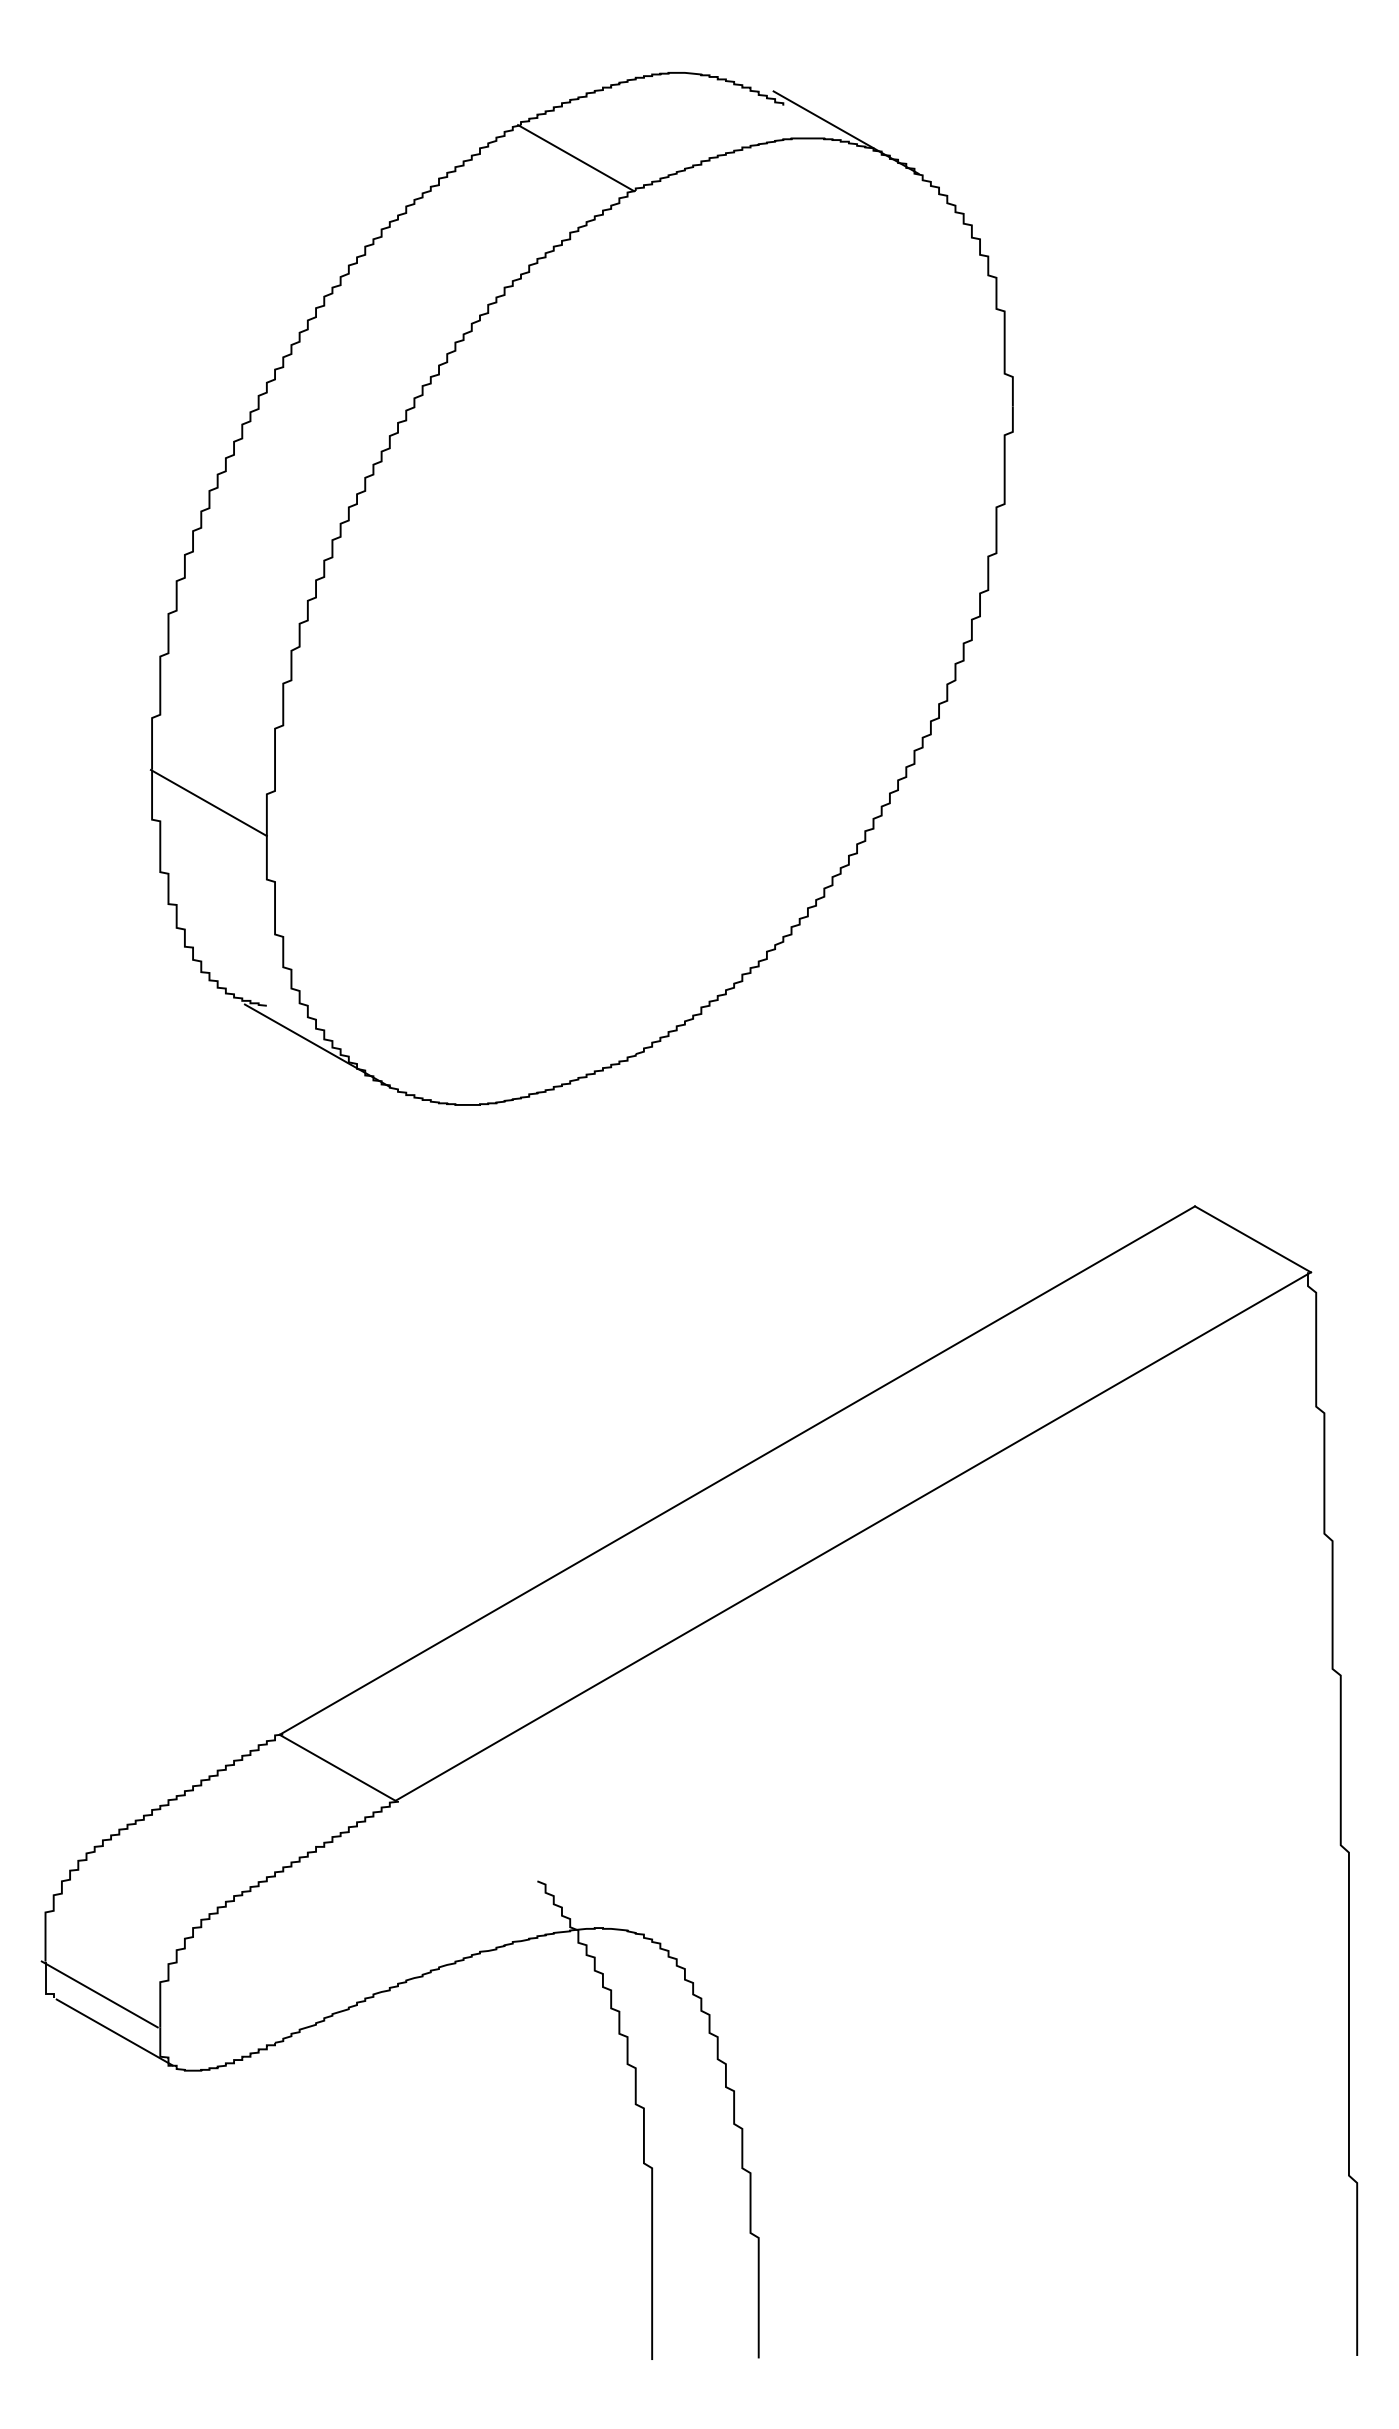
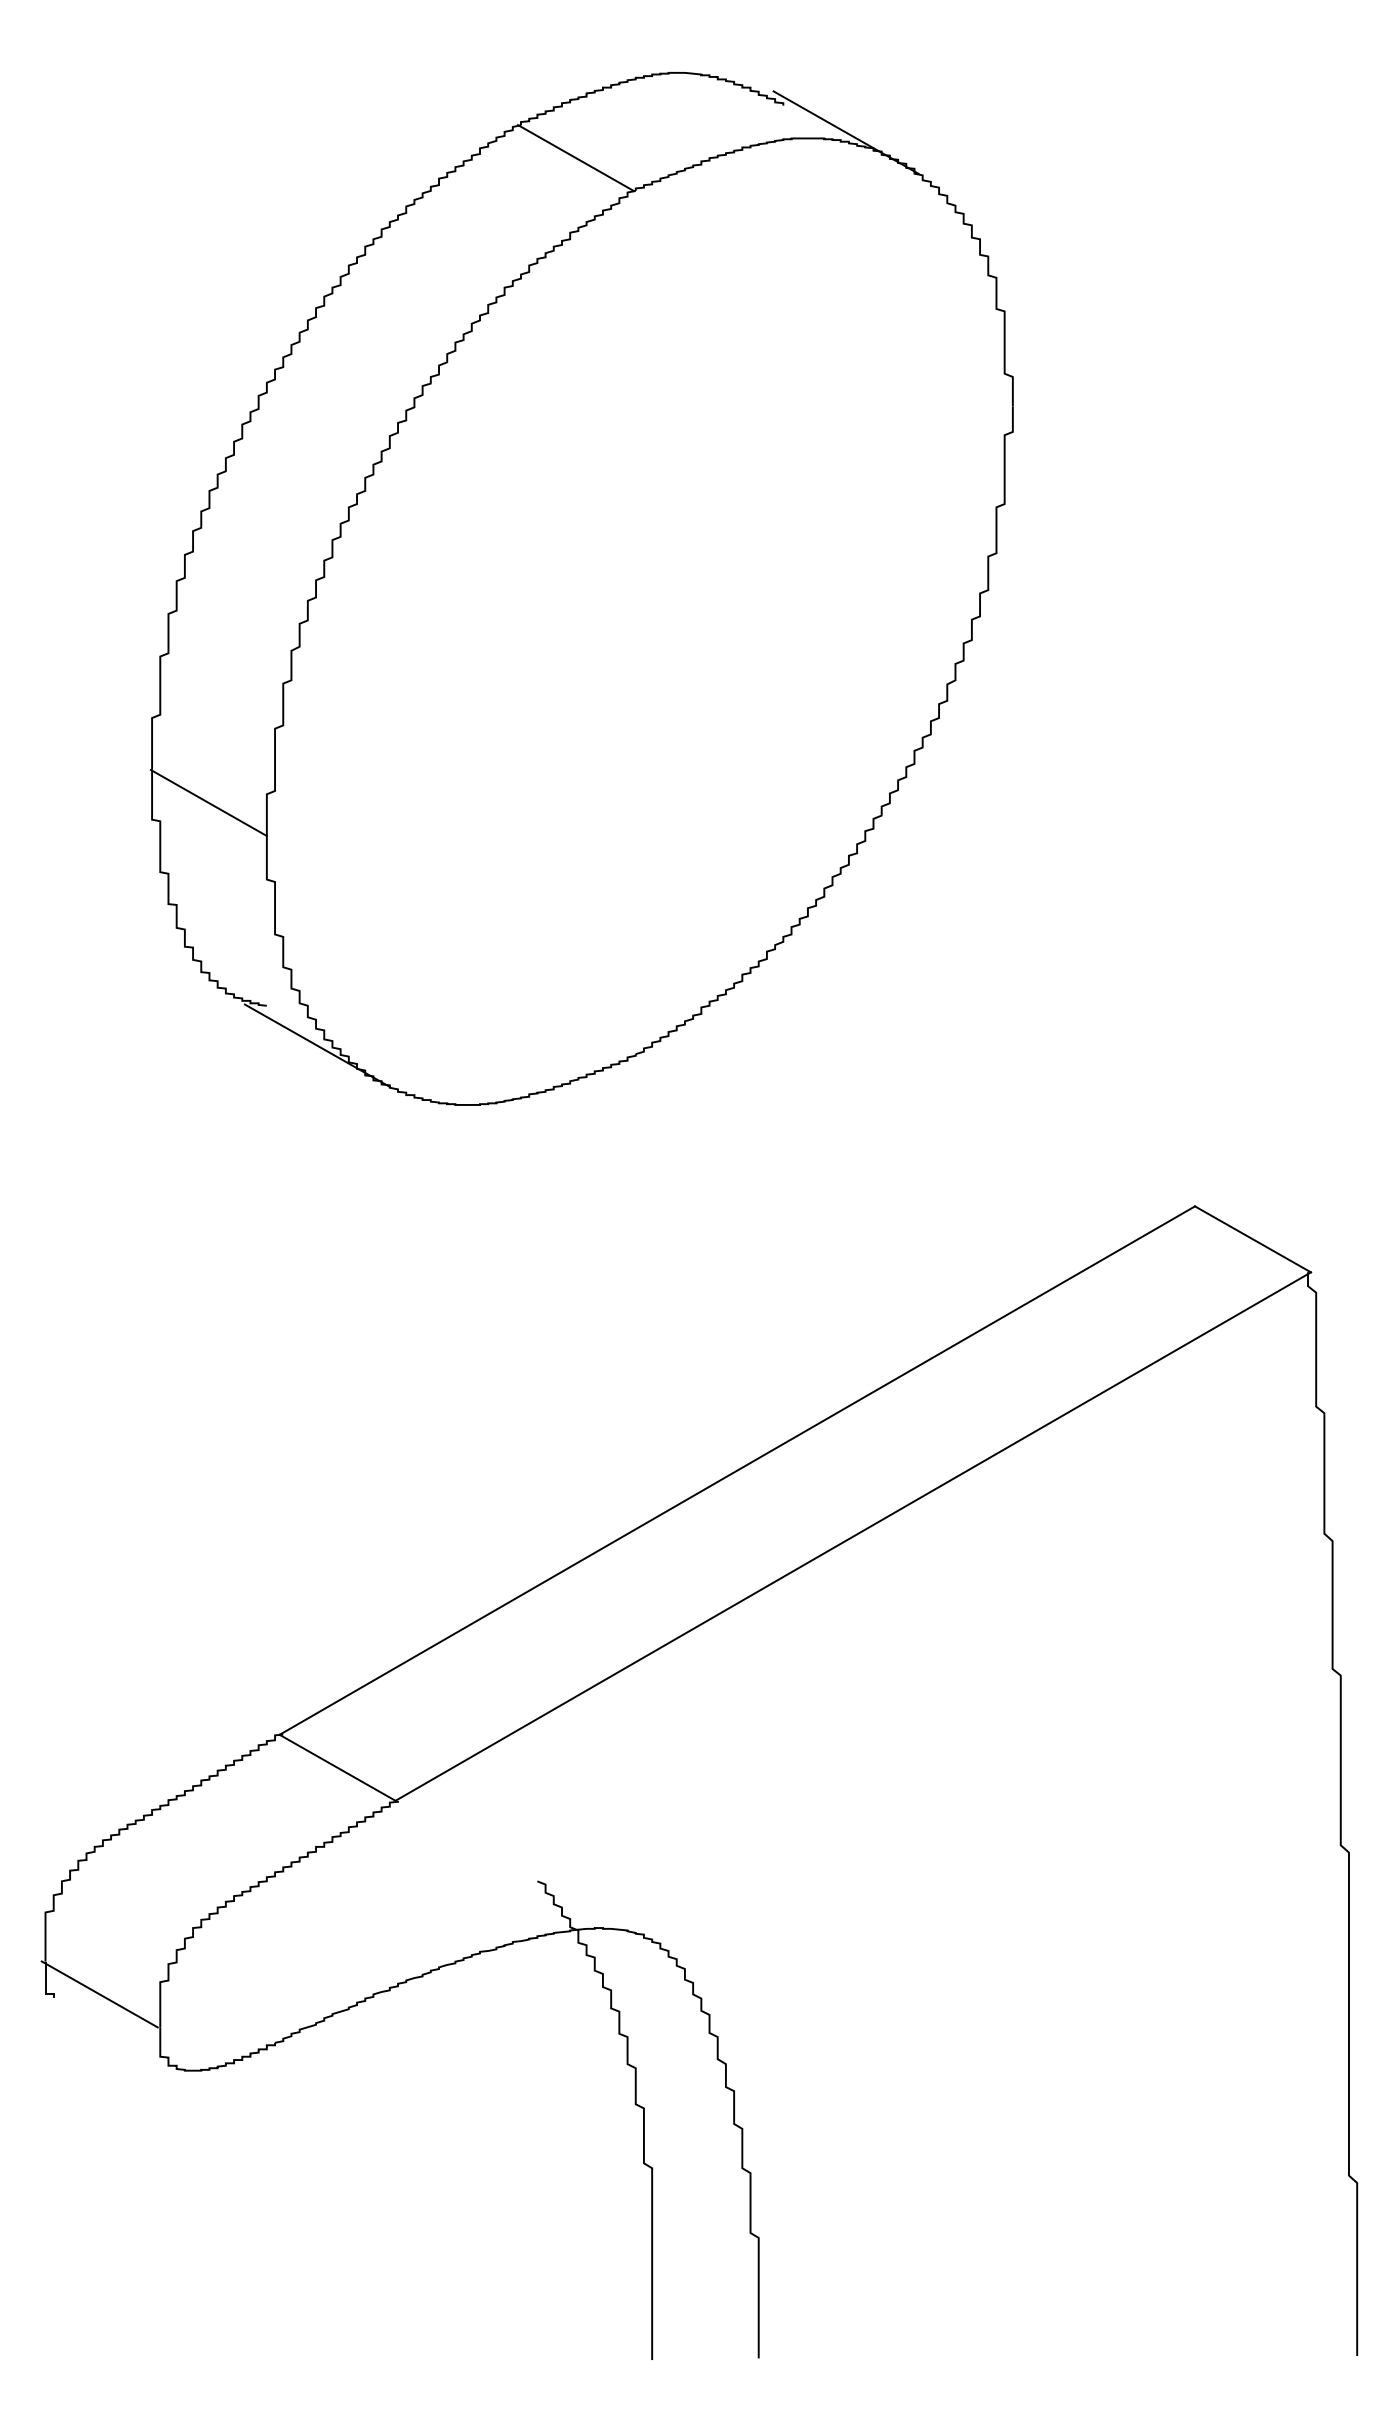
line at (114, 2032): present -> none
